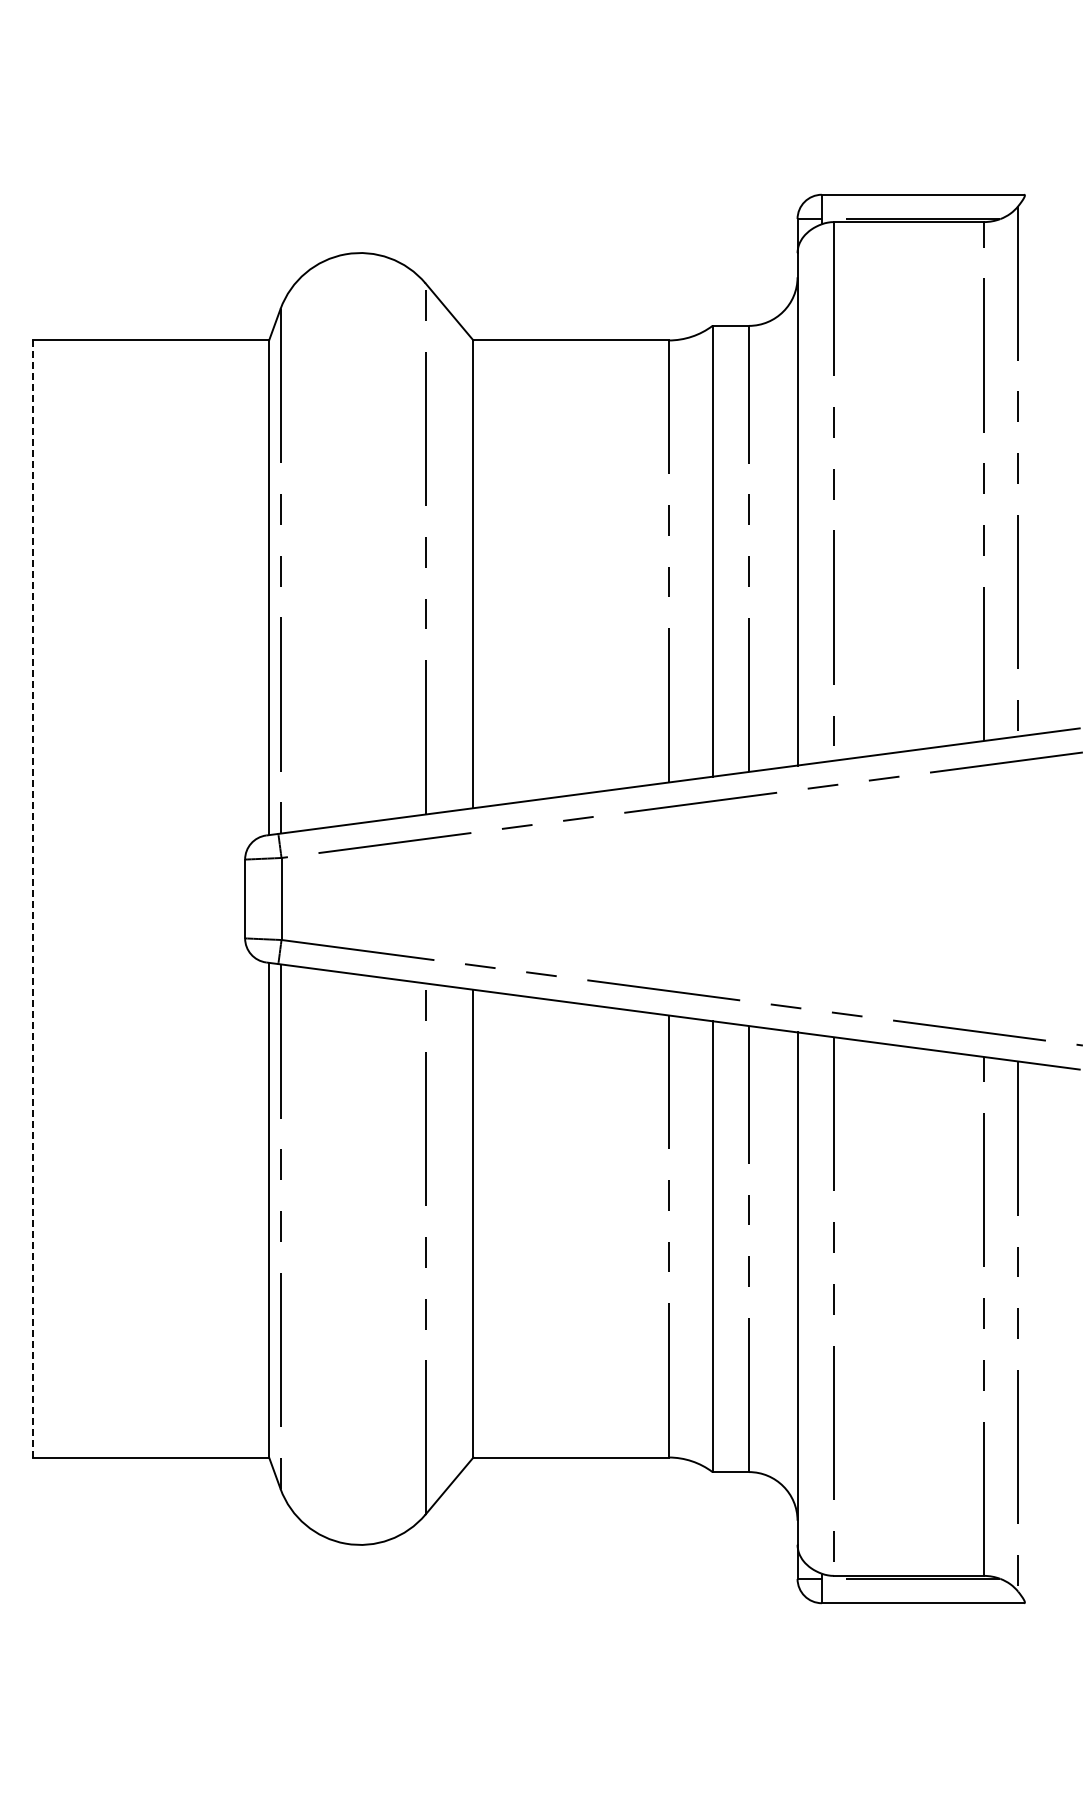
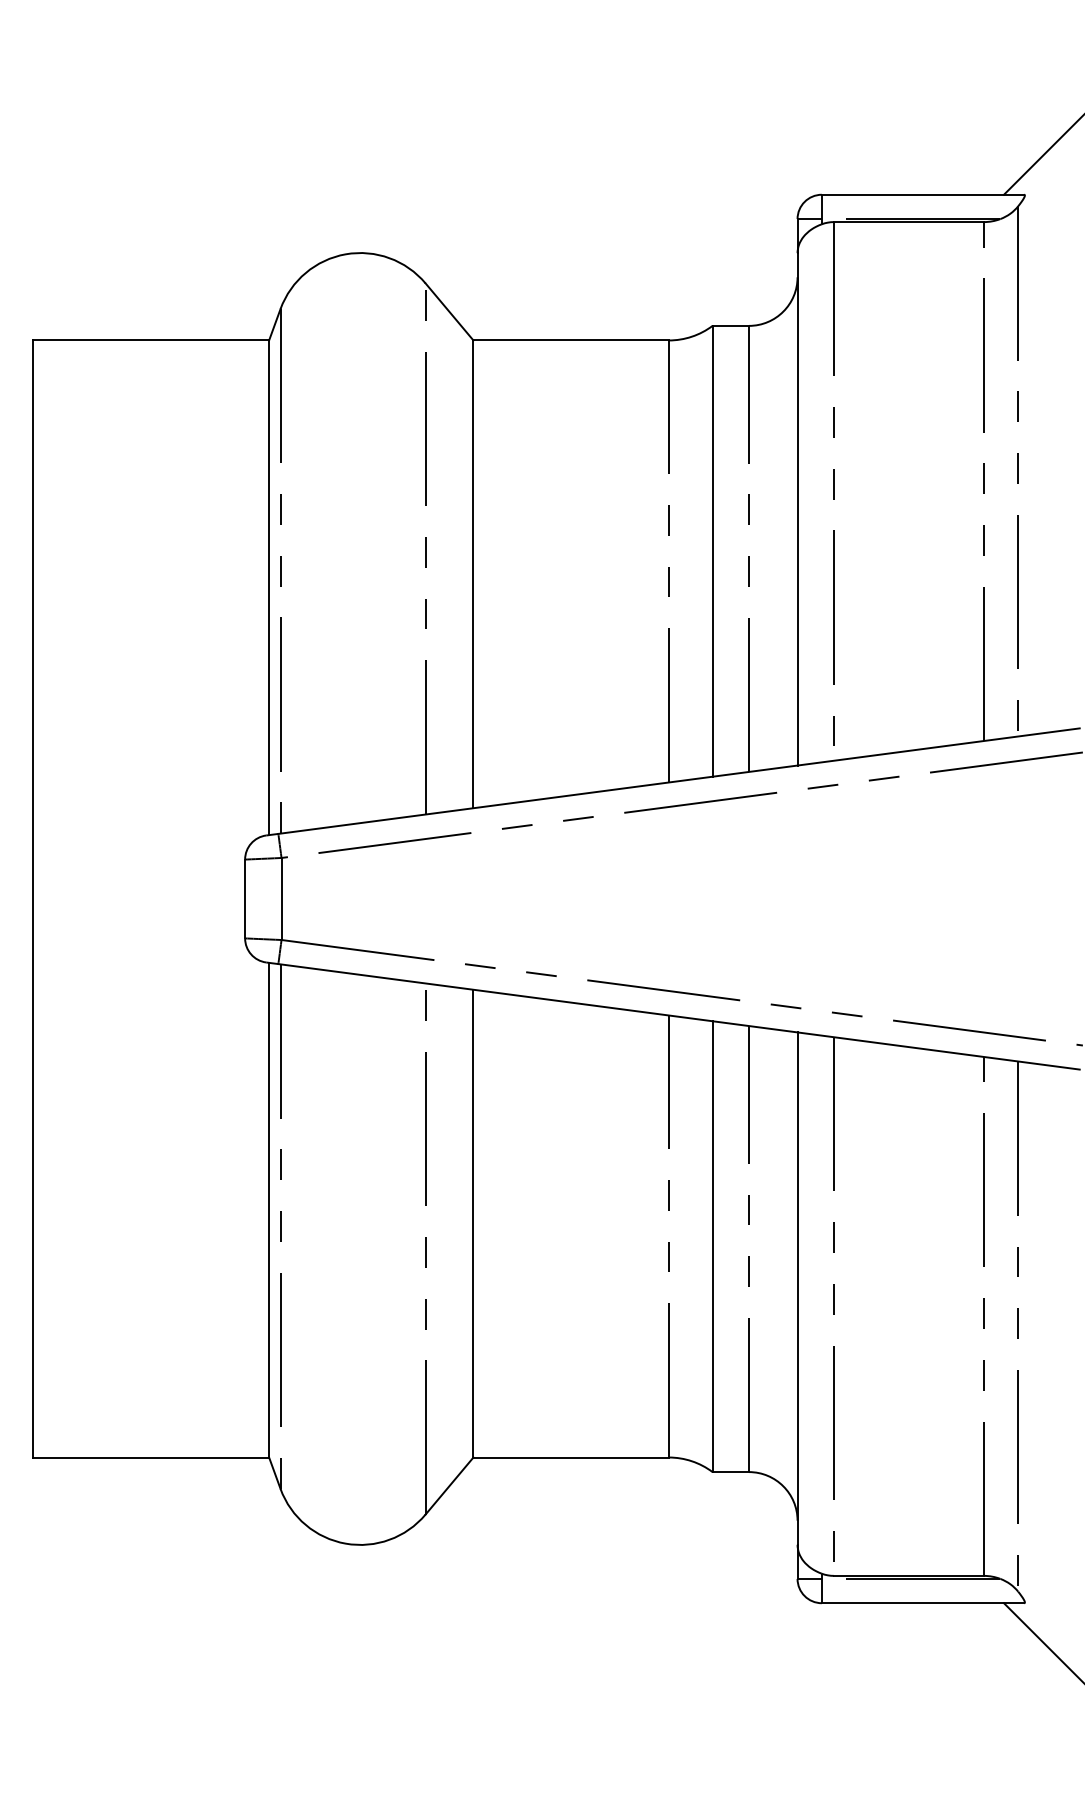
line at (1042, 155): none -> present
line at (32, 898): dashed -> solid
line at (1042, 1642): none -> present
